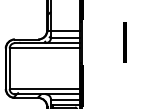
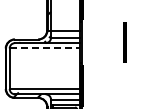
line at (44, 48): solid -> dashed
